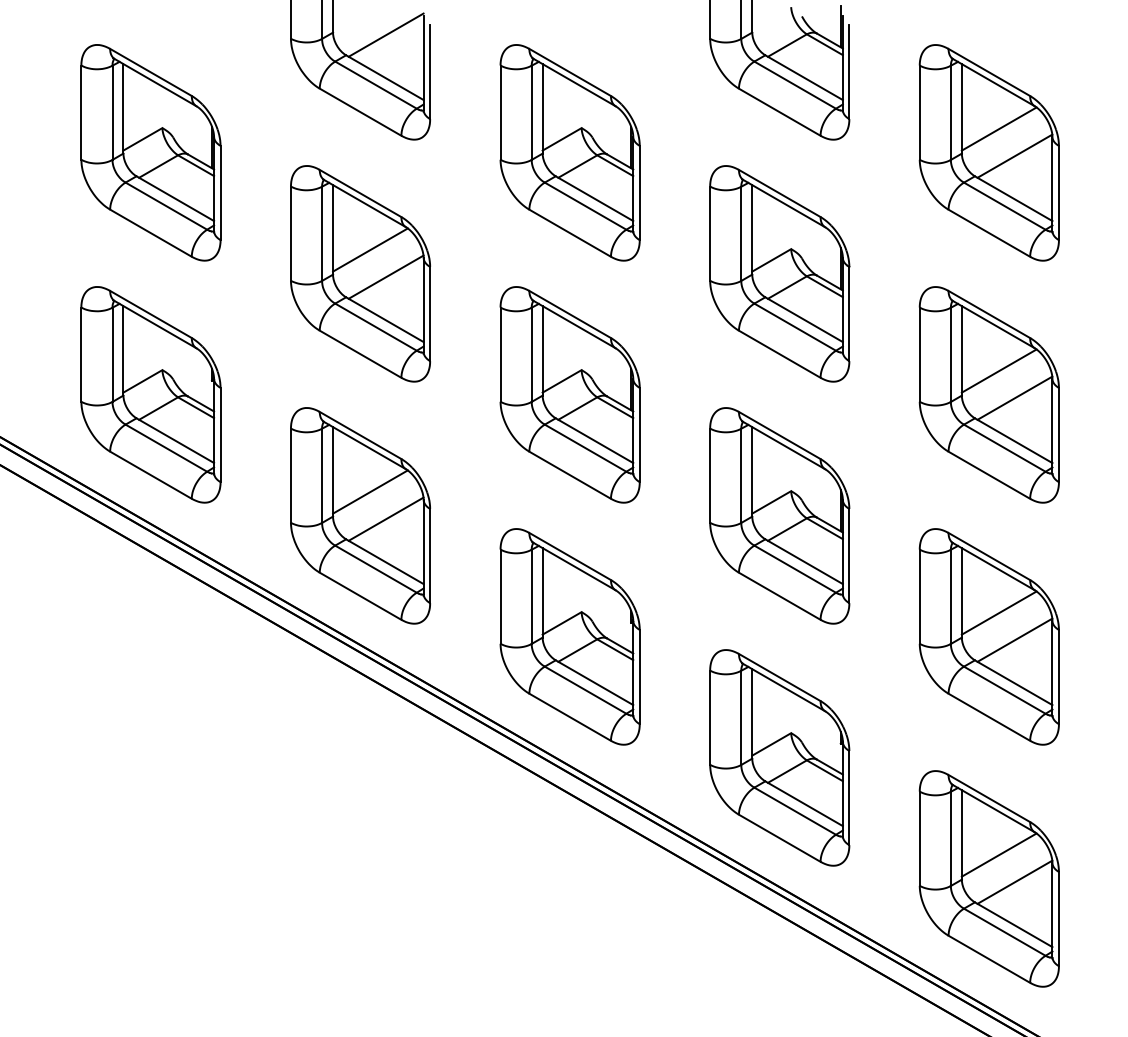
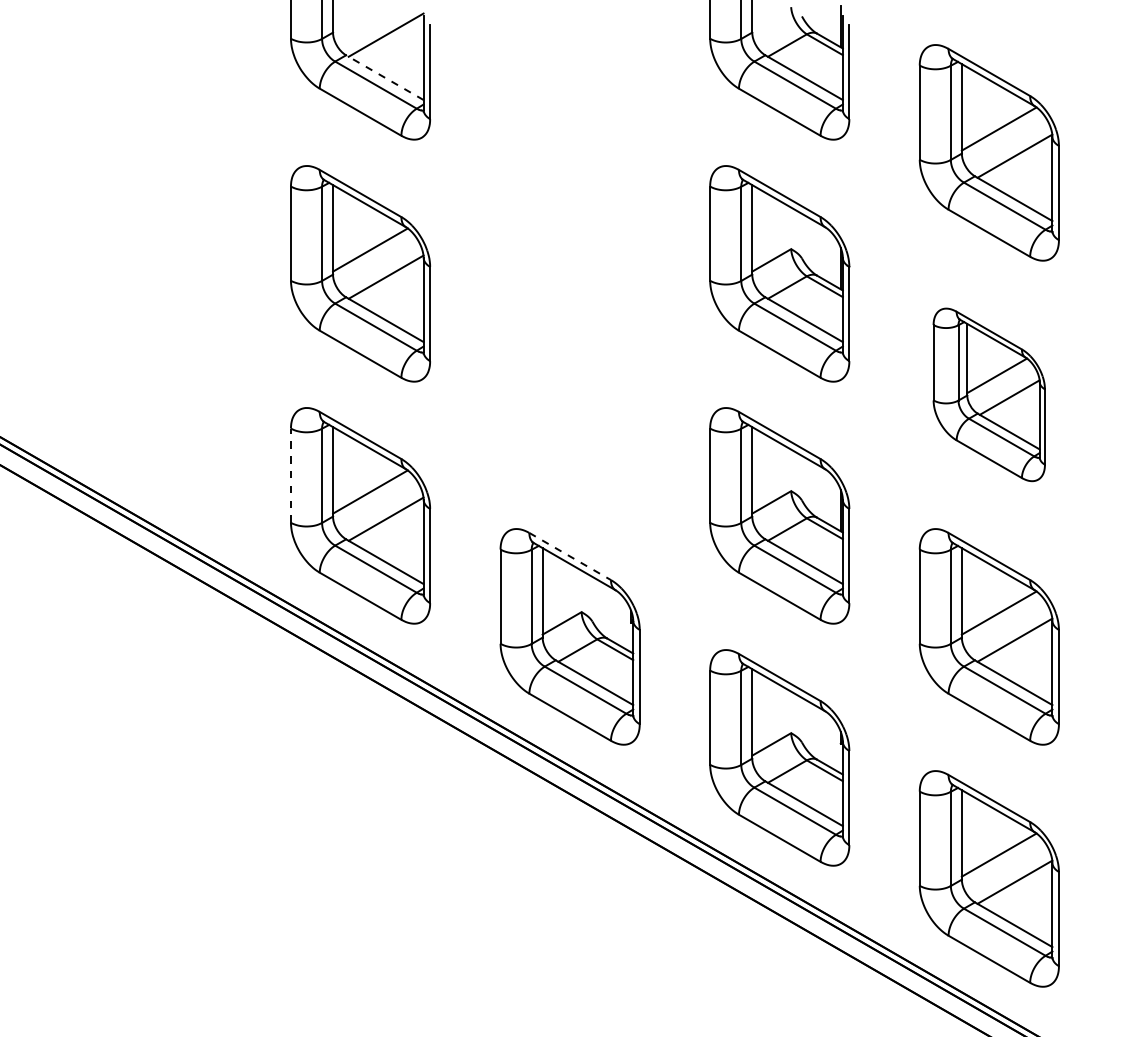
line at (384, 77): solid -> dashed
part at (150, 152): present -> none
part at (569, 152): present -> none
part at (150, 394): present -> none
part at (569, 394): present -> none
part at (988, 394) size: 142x218 px -> 114x176 px
line at (290, 475): solid -> dashed
line at (570, 556): solid -> dashed
